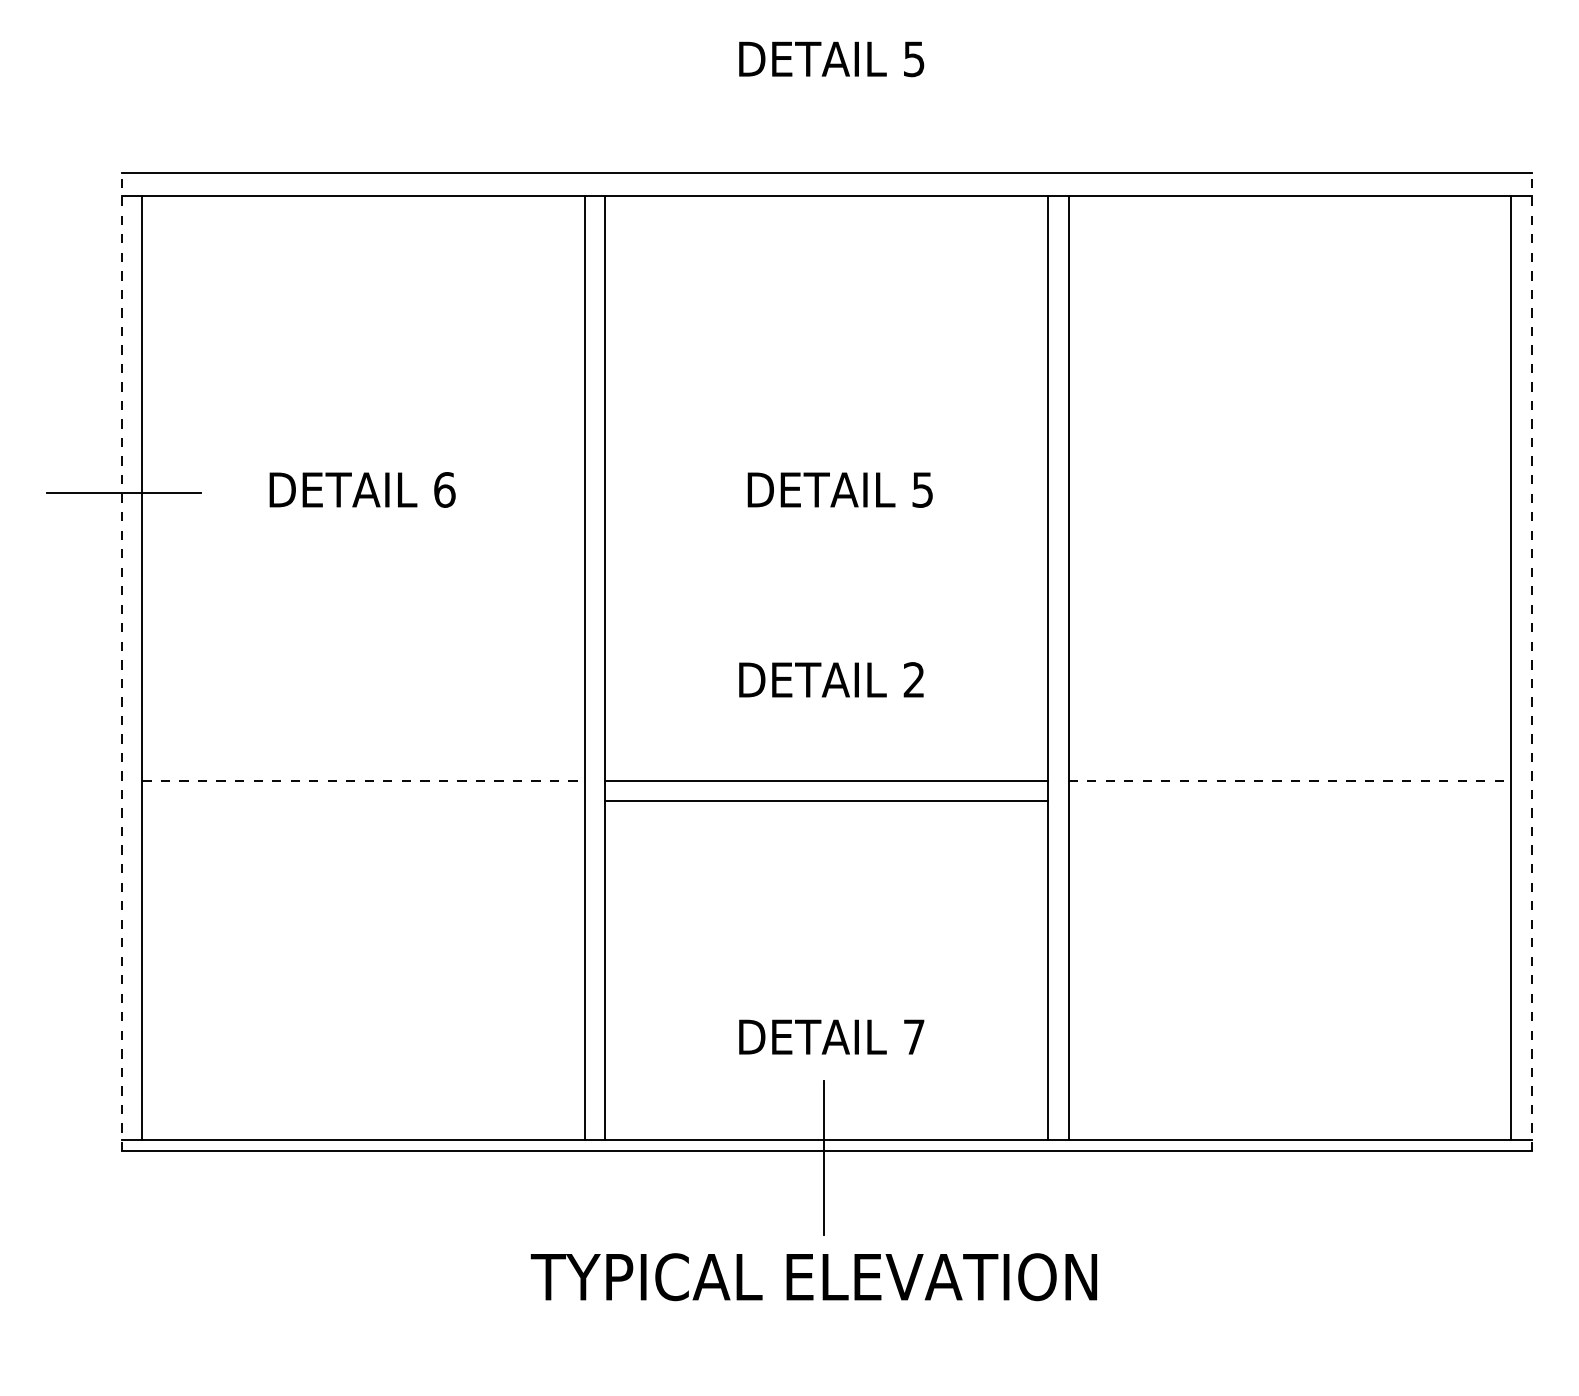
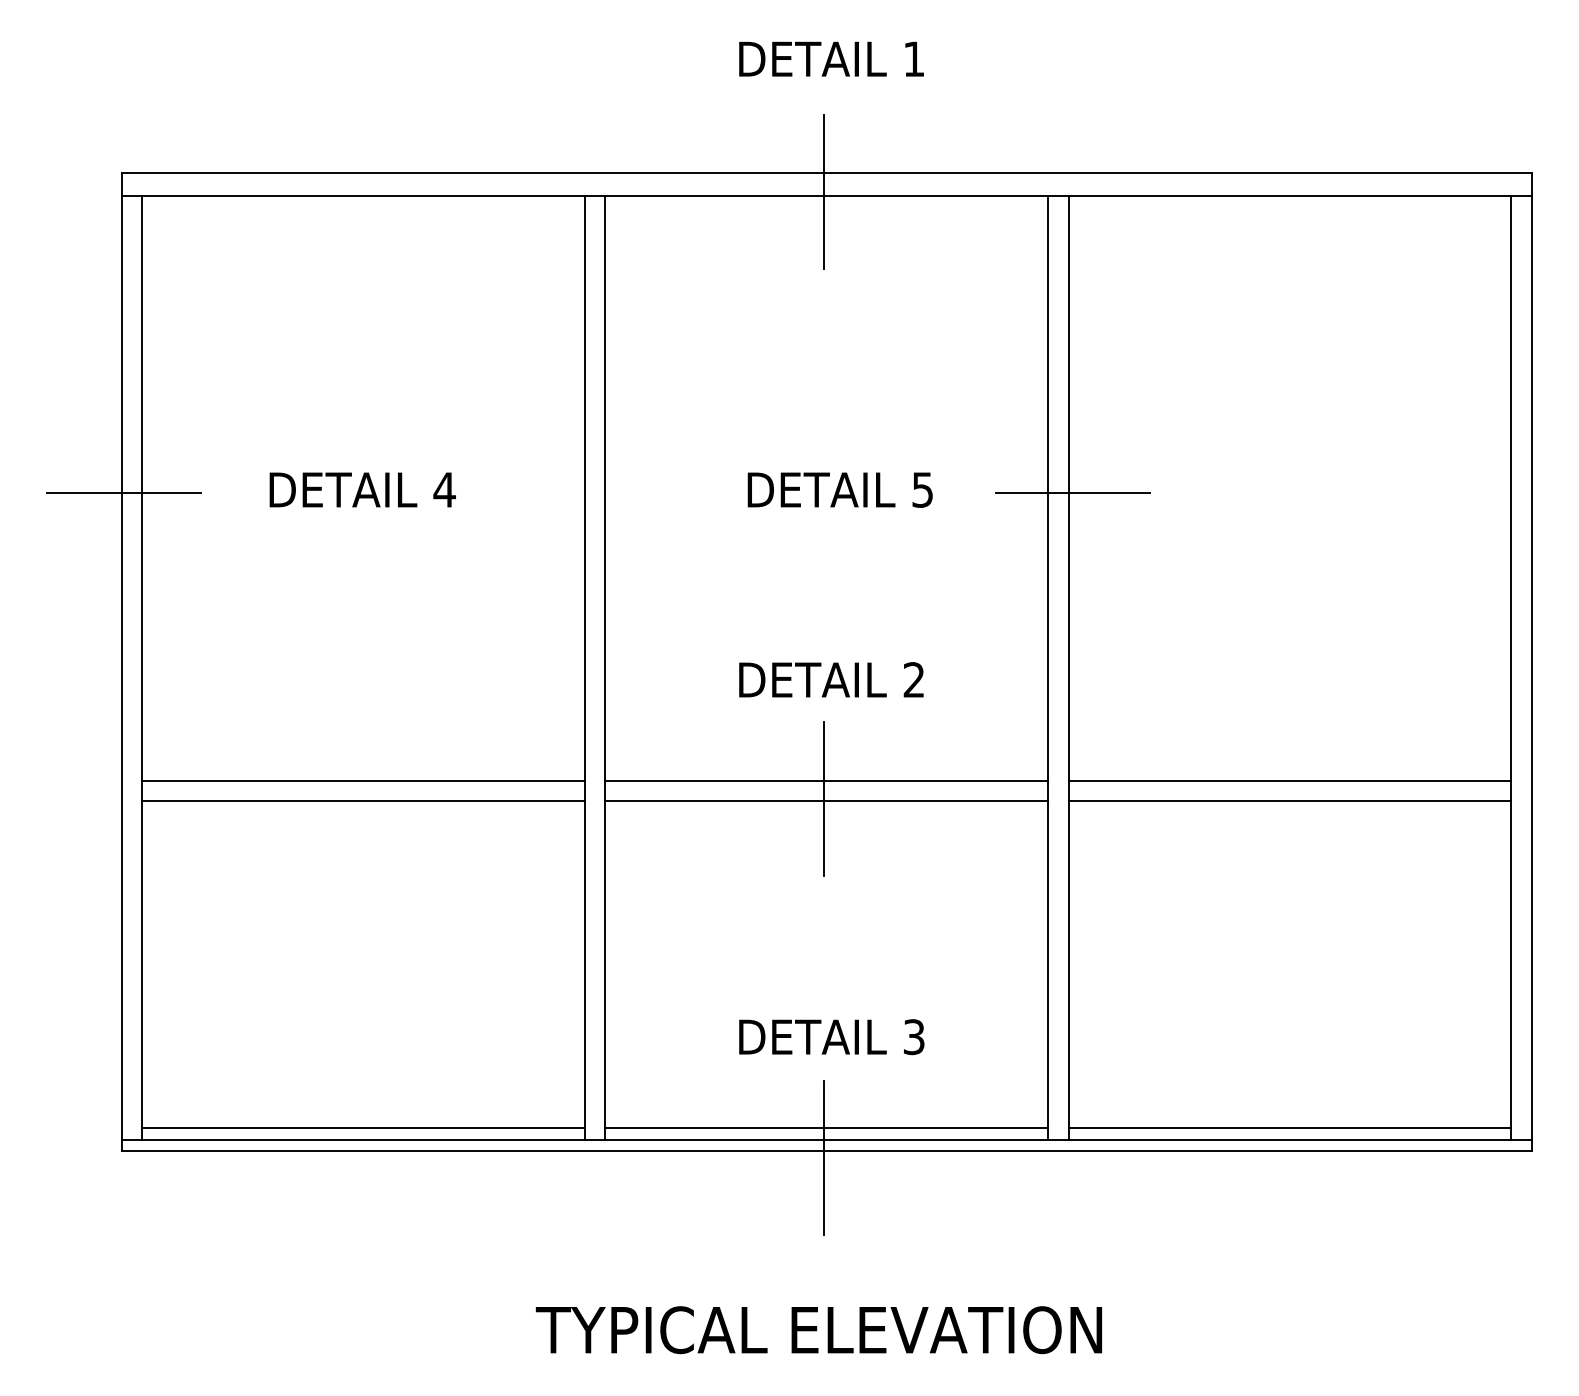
text at (914, 59): 5 -> 1
line at (823, 191): none -> present
text at (444, 489): 6 -> 4
line at (1072, 493): none -> present
line at (122, 661): dashed -> solid
line at (1531, 661): dashed -> solid
line at (364, 780): dashed -> solid
line at (1290, 780): dashed -> solid
line at (823, 799): none -> present
line at (363, 800): none -> present
line at (1289, 800): none -> present
text at (914, 1037): 7 -> 3
line at (363, 1127): none -> present
line at (826, 1127): none -> present
line at (1289, 1127): none -> present
text at (813, 1277) position: (813, 1277) -> (818, 1330)
